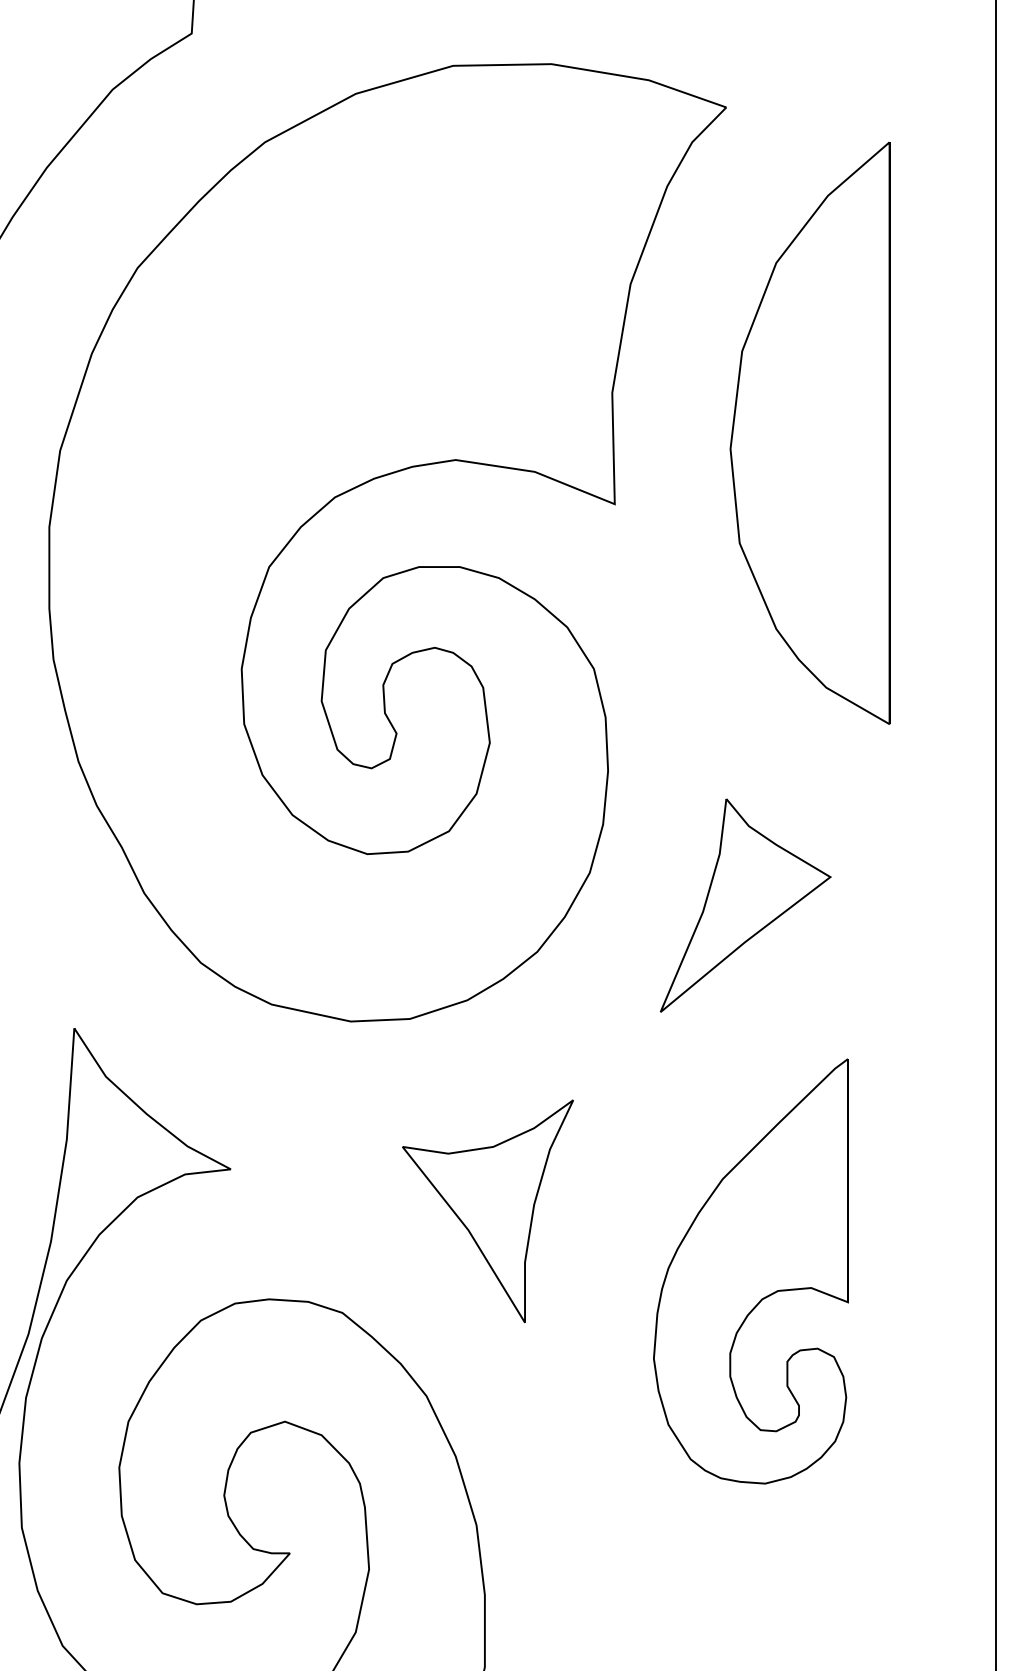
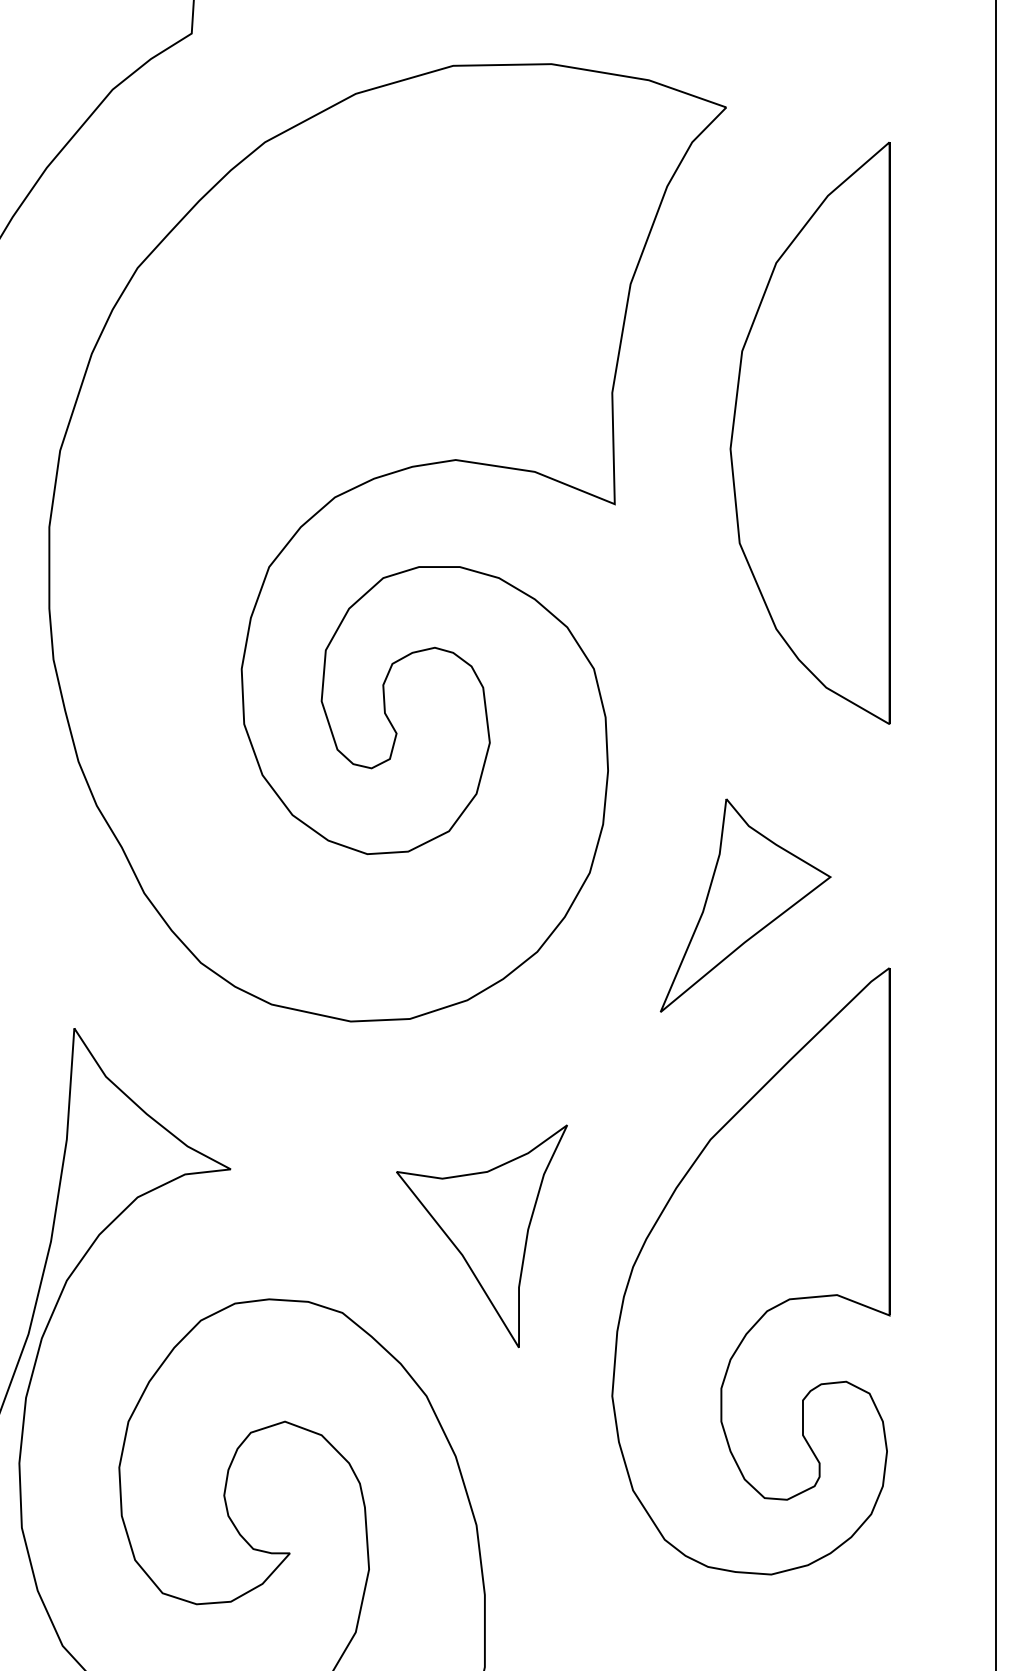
part at (487, 1211) position: (487, 1211) -> (481, 1236)
part at (750, 1271) size: 196x427 px -> 280x609 px
